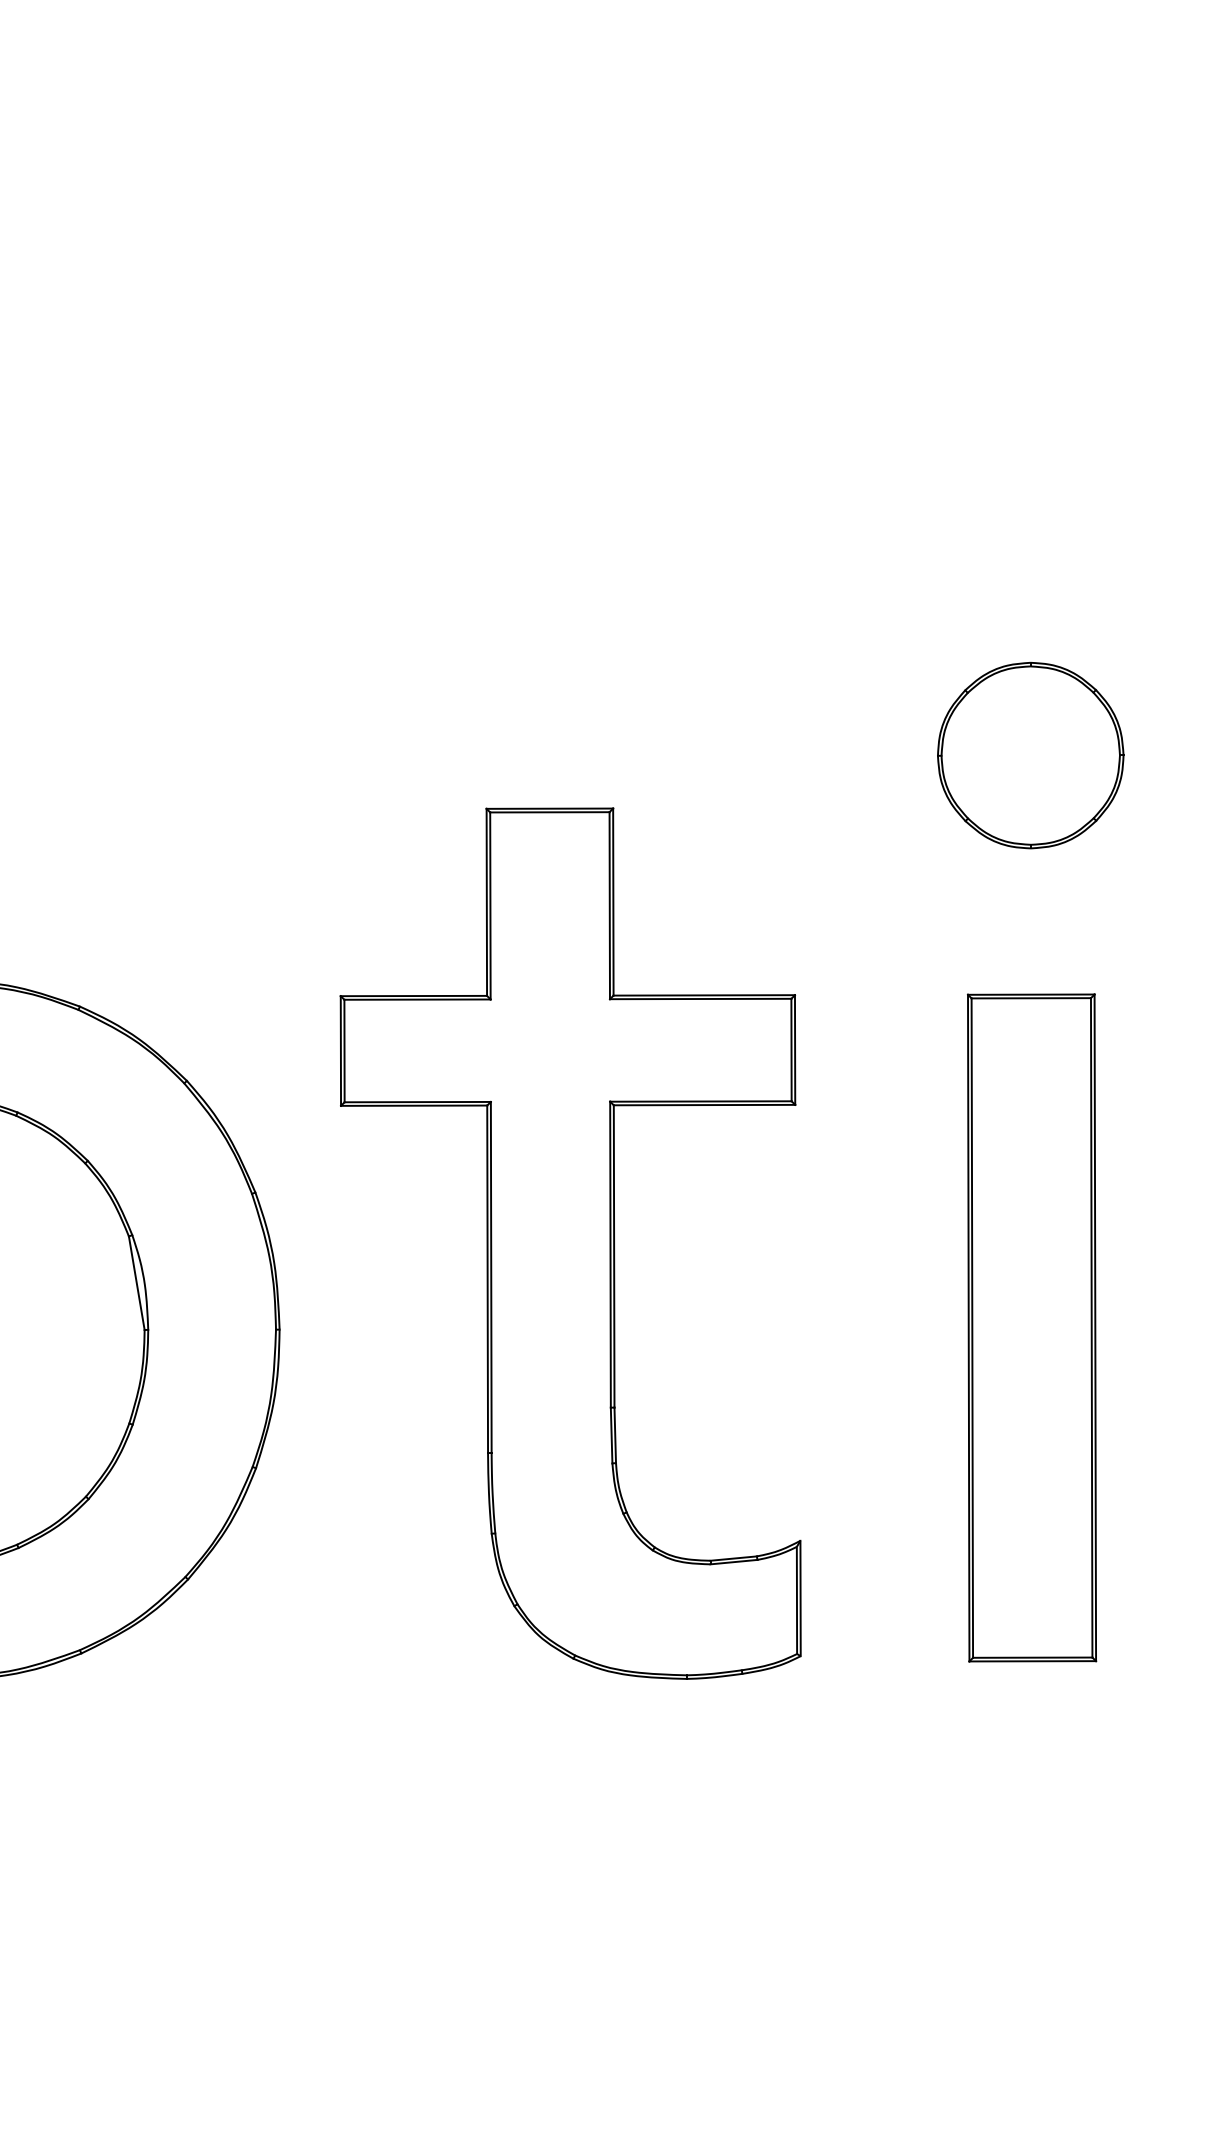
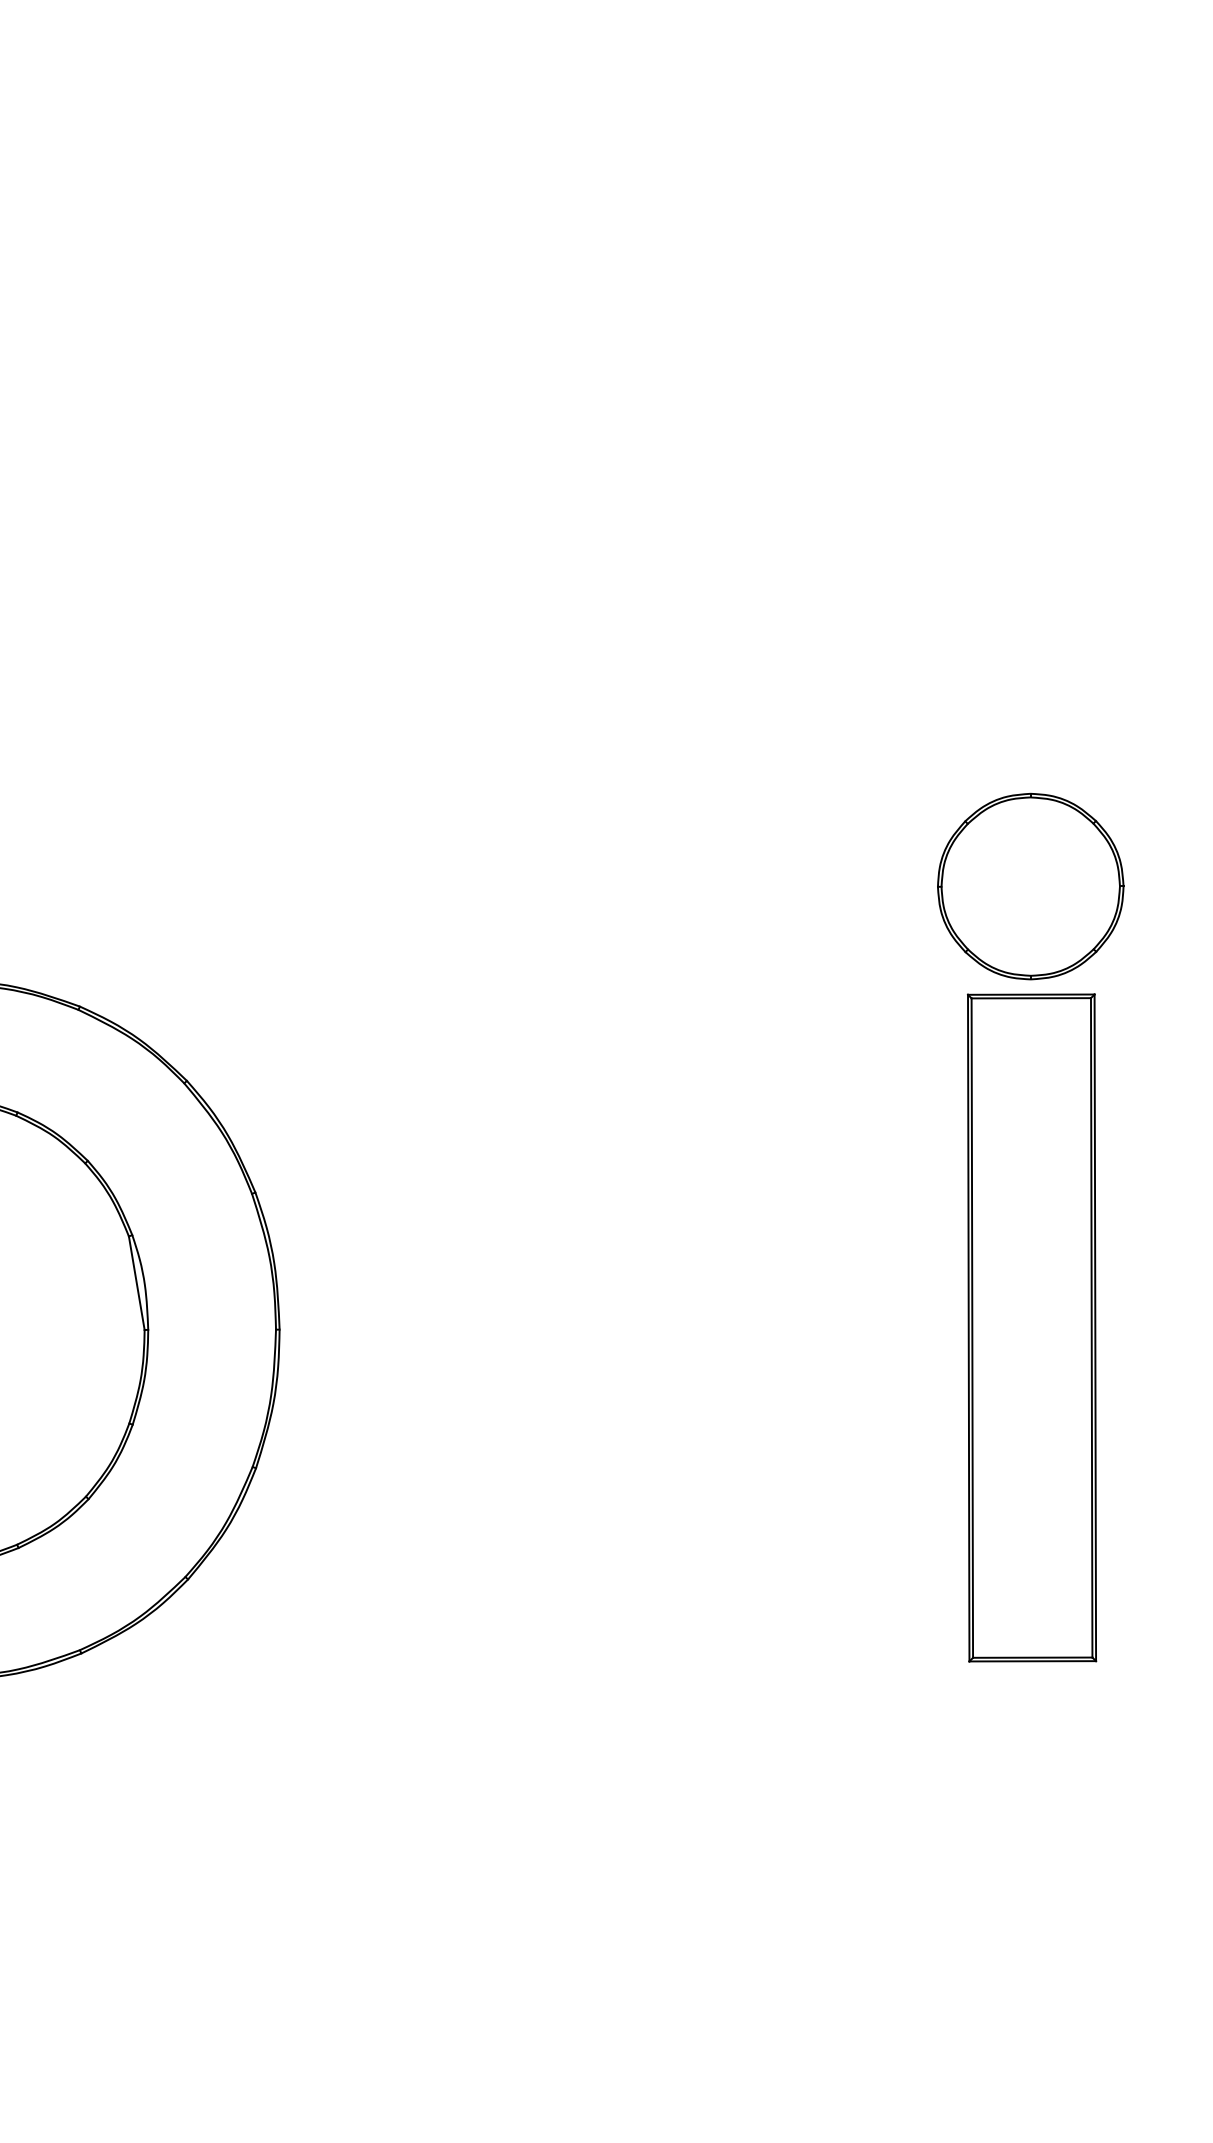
part at (1030, 755) position: (1030, 755) -> (1030, 886)
part at (570, 1243): present -> none
